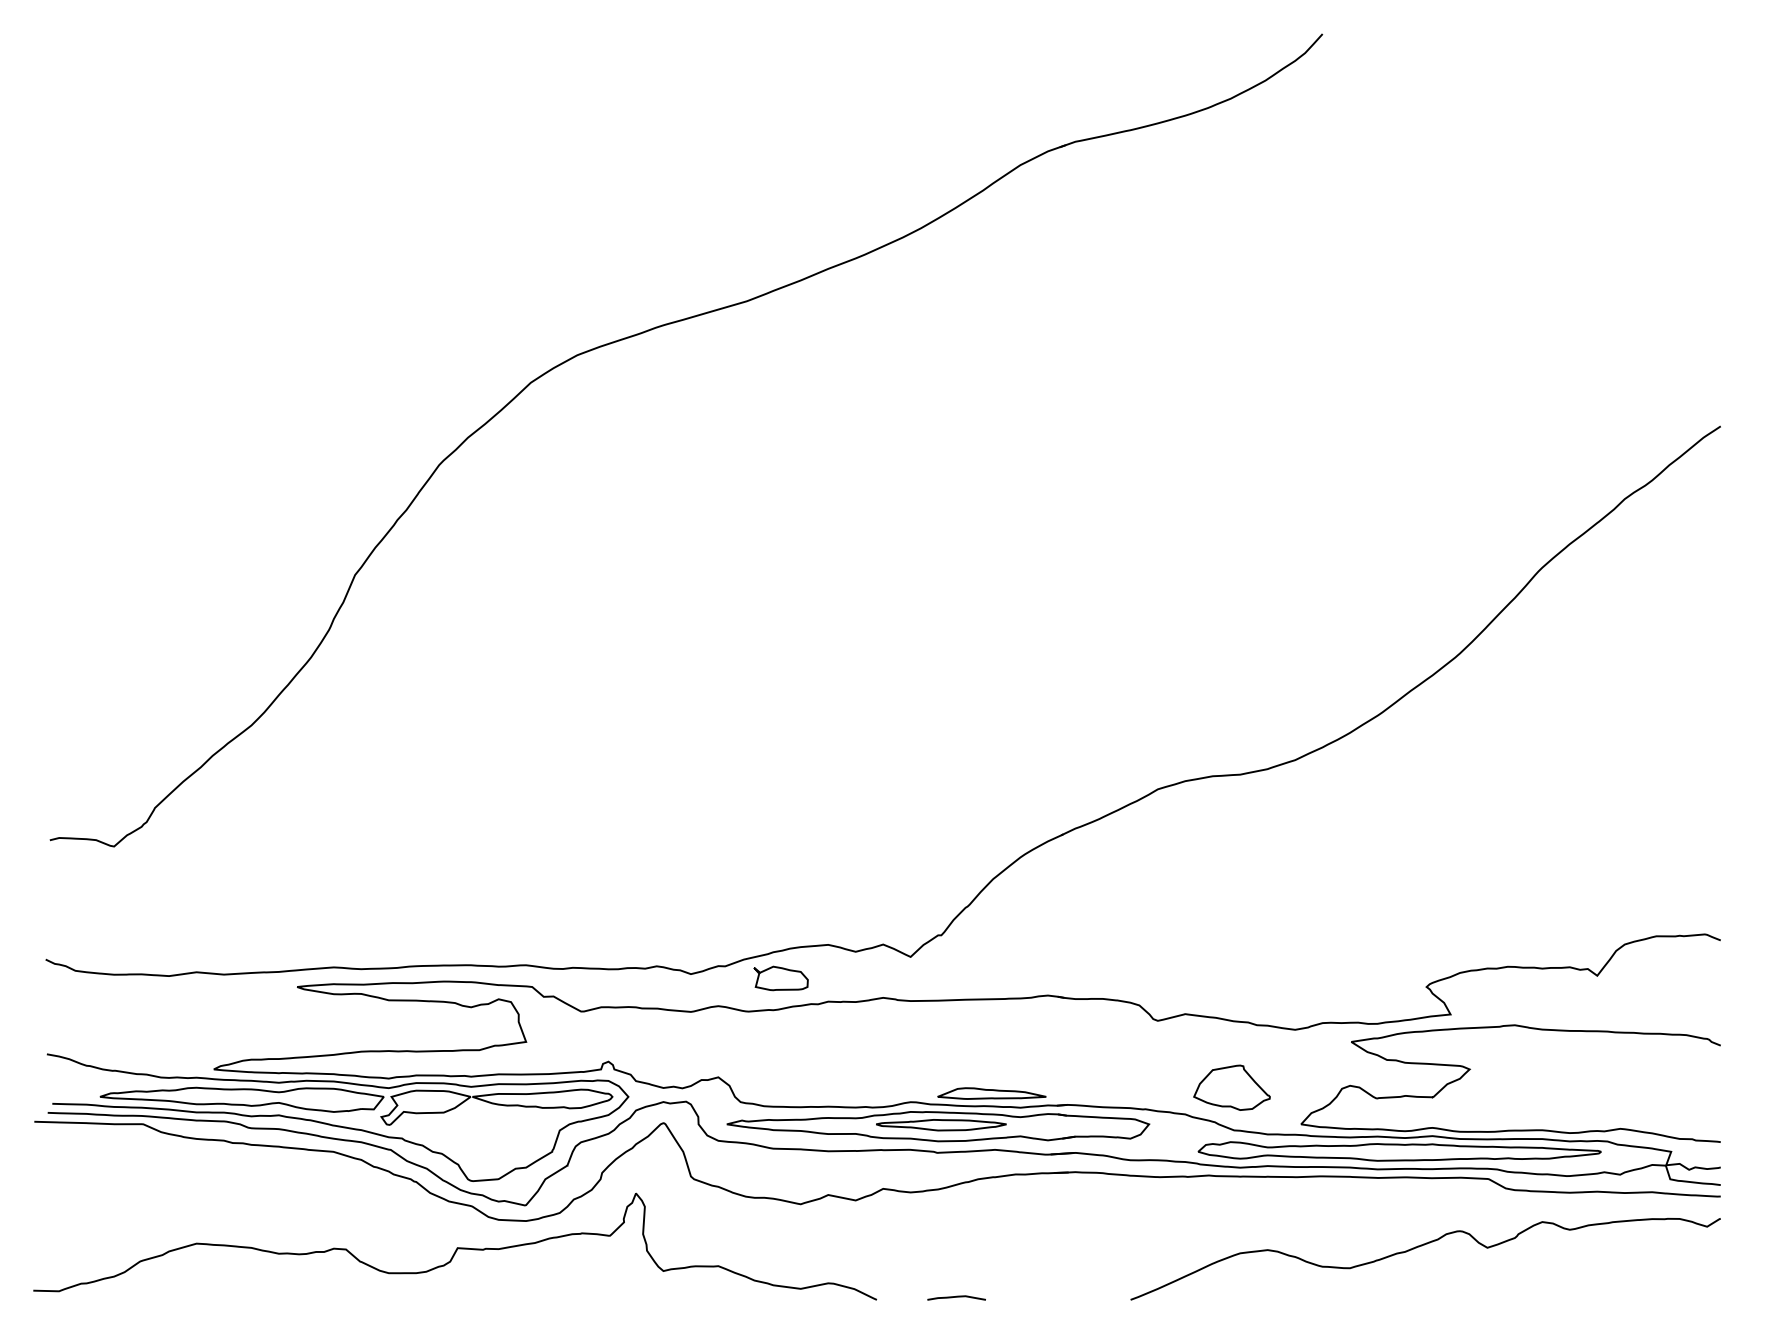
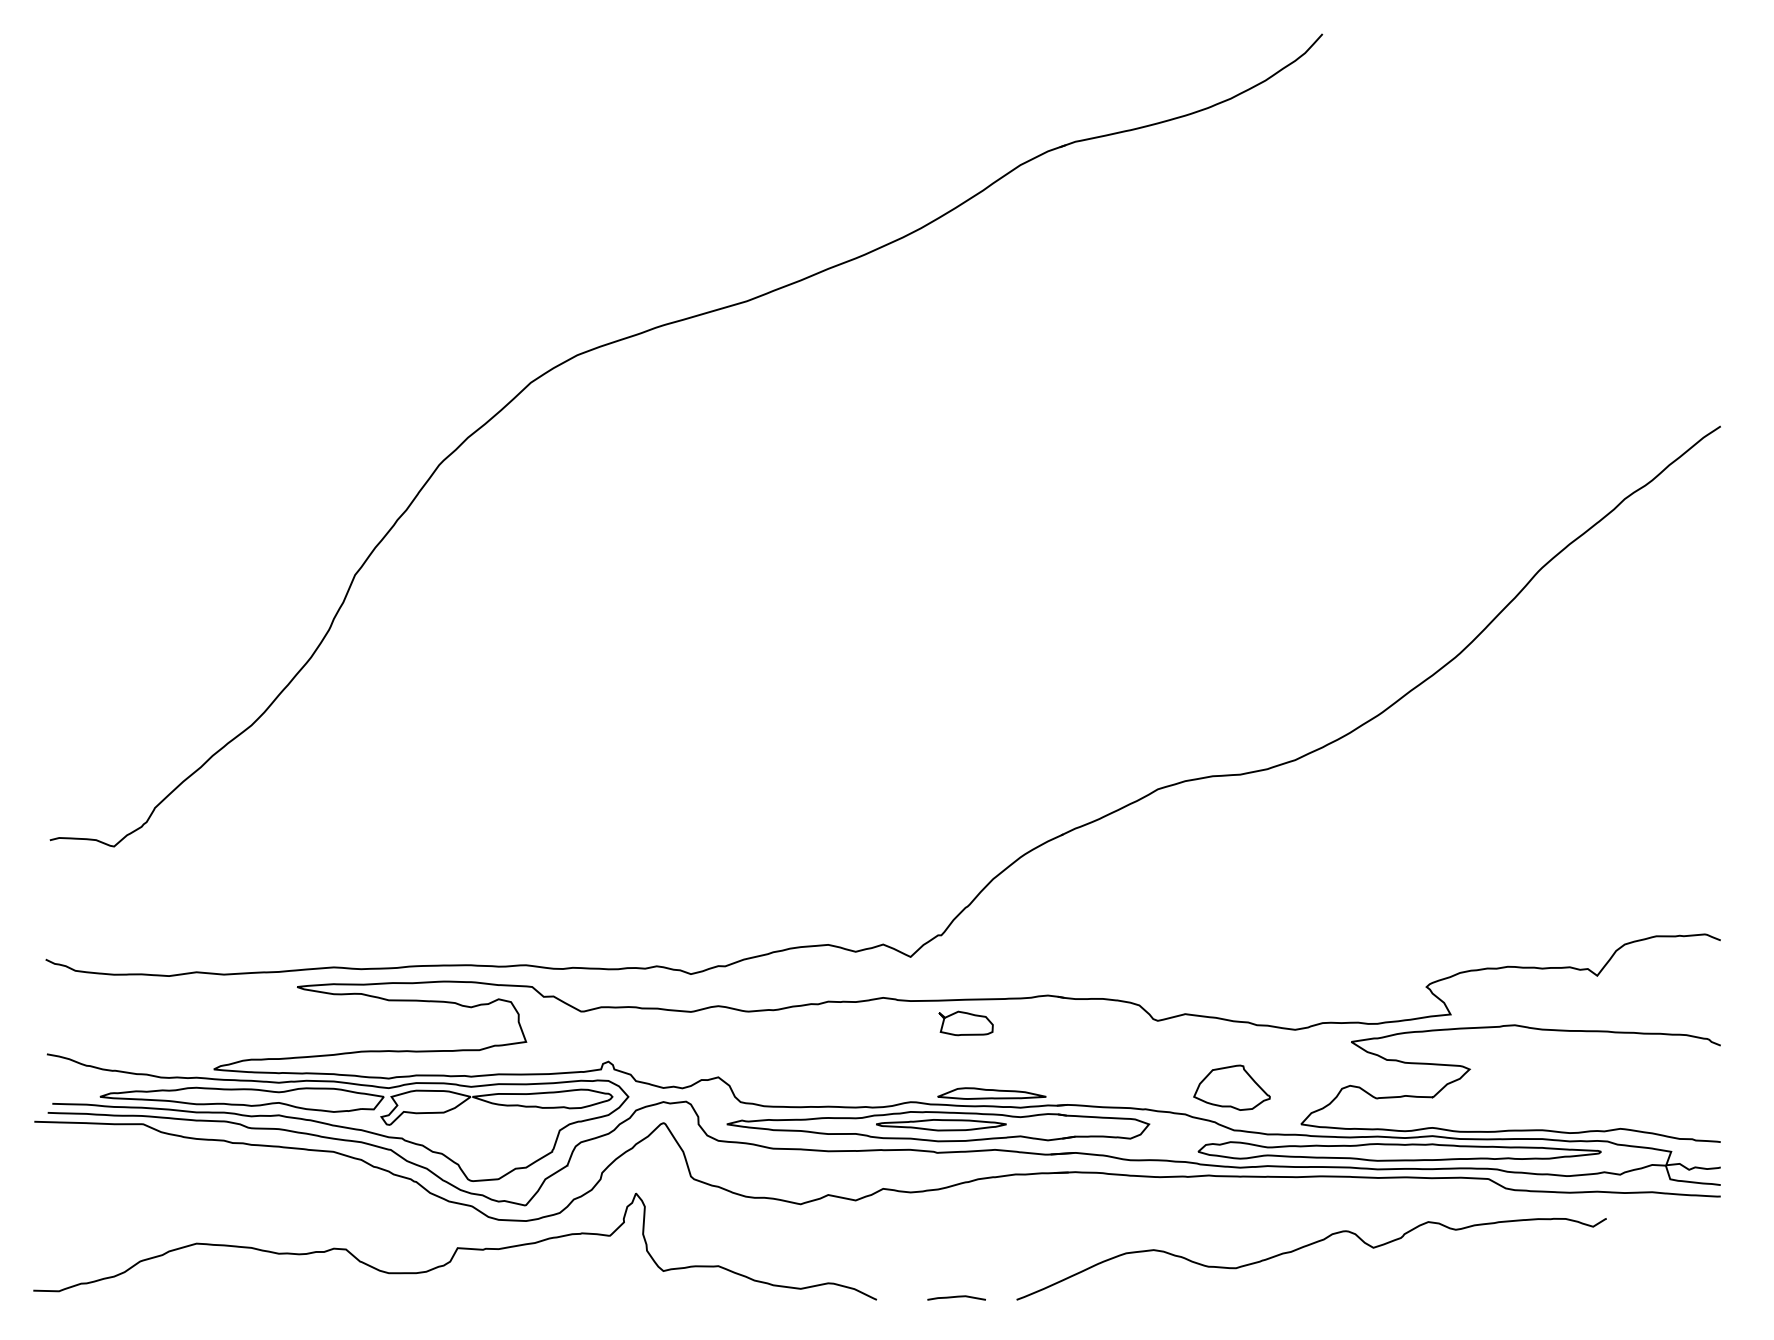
part at (780, 978) position: (780, 978) -> (965, 1023)
curve at (1422, 1246) position: (1422, 1246) -> (1308, 1246)
